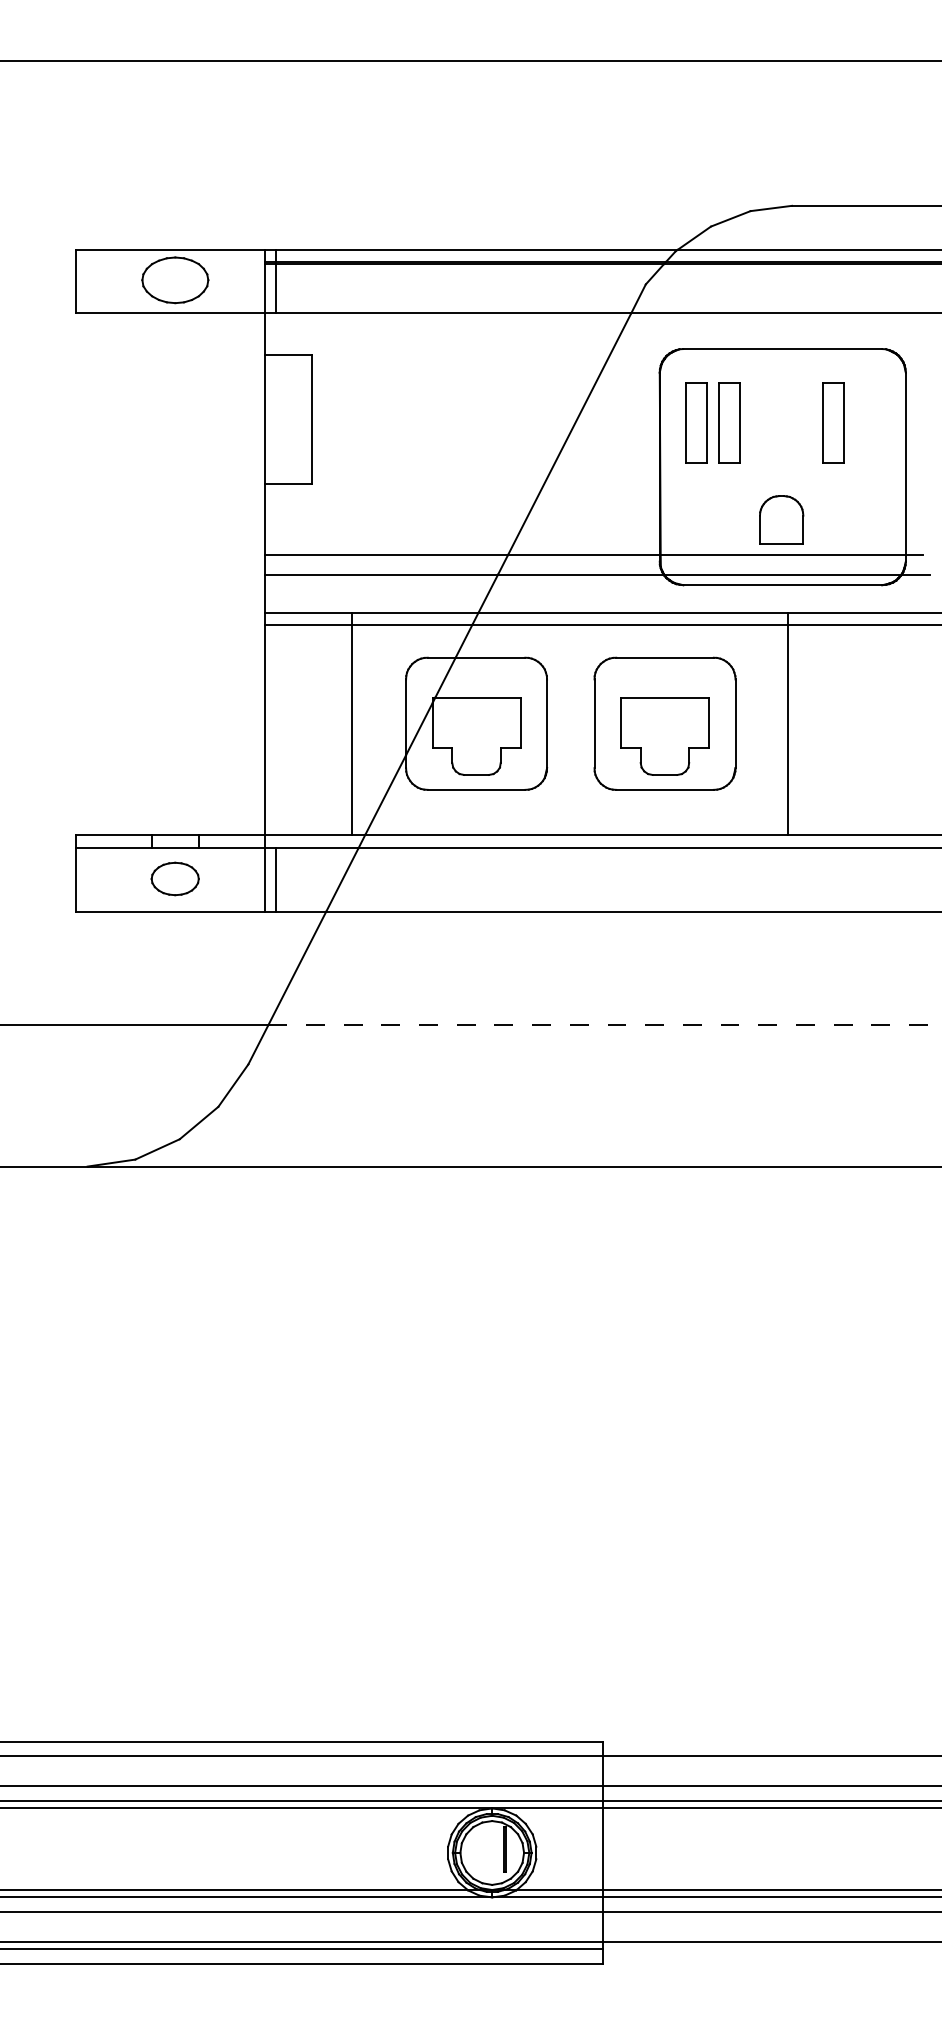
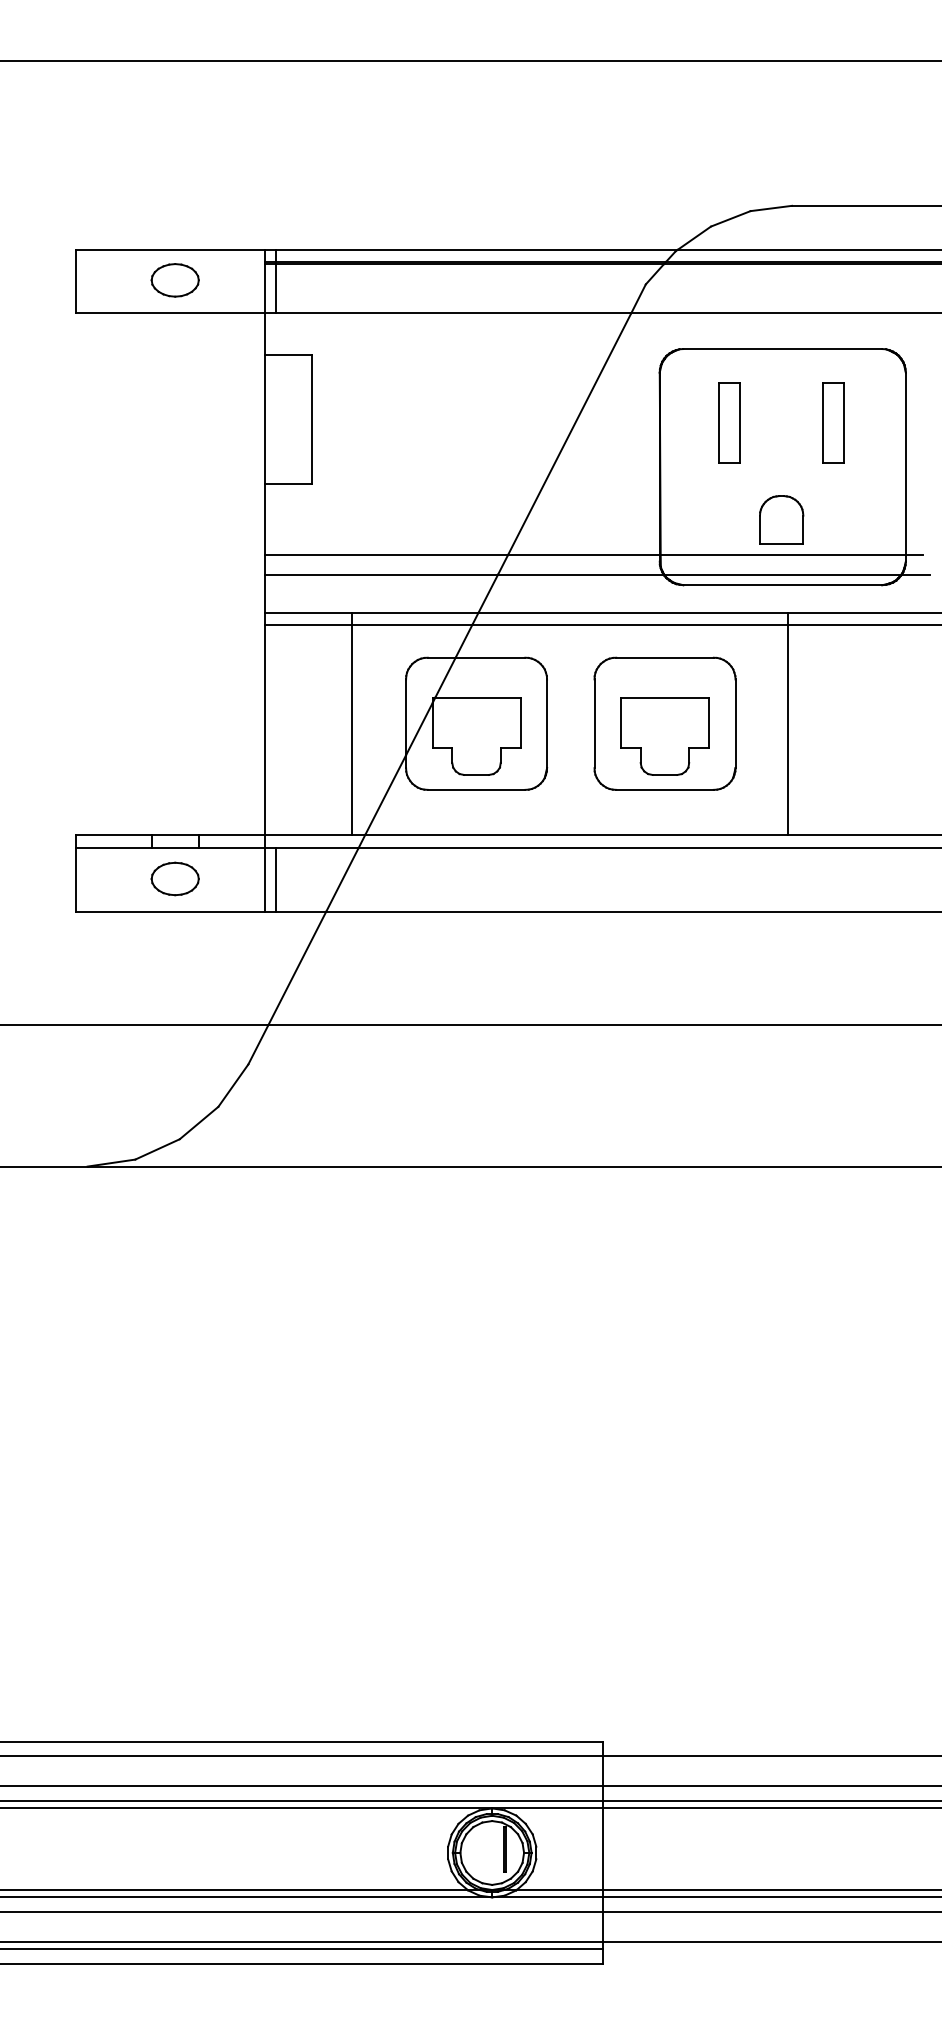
part at (175, 280) size: 69x49 px -> 50x35 px
part at (696, 422): present -> none
line at (605, 1025): dashed -> solid
